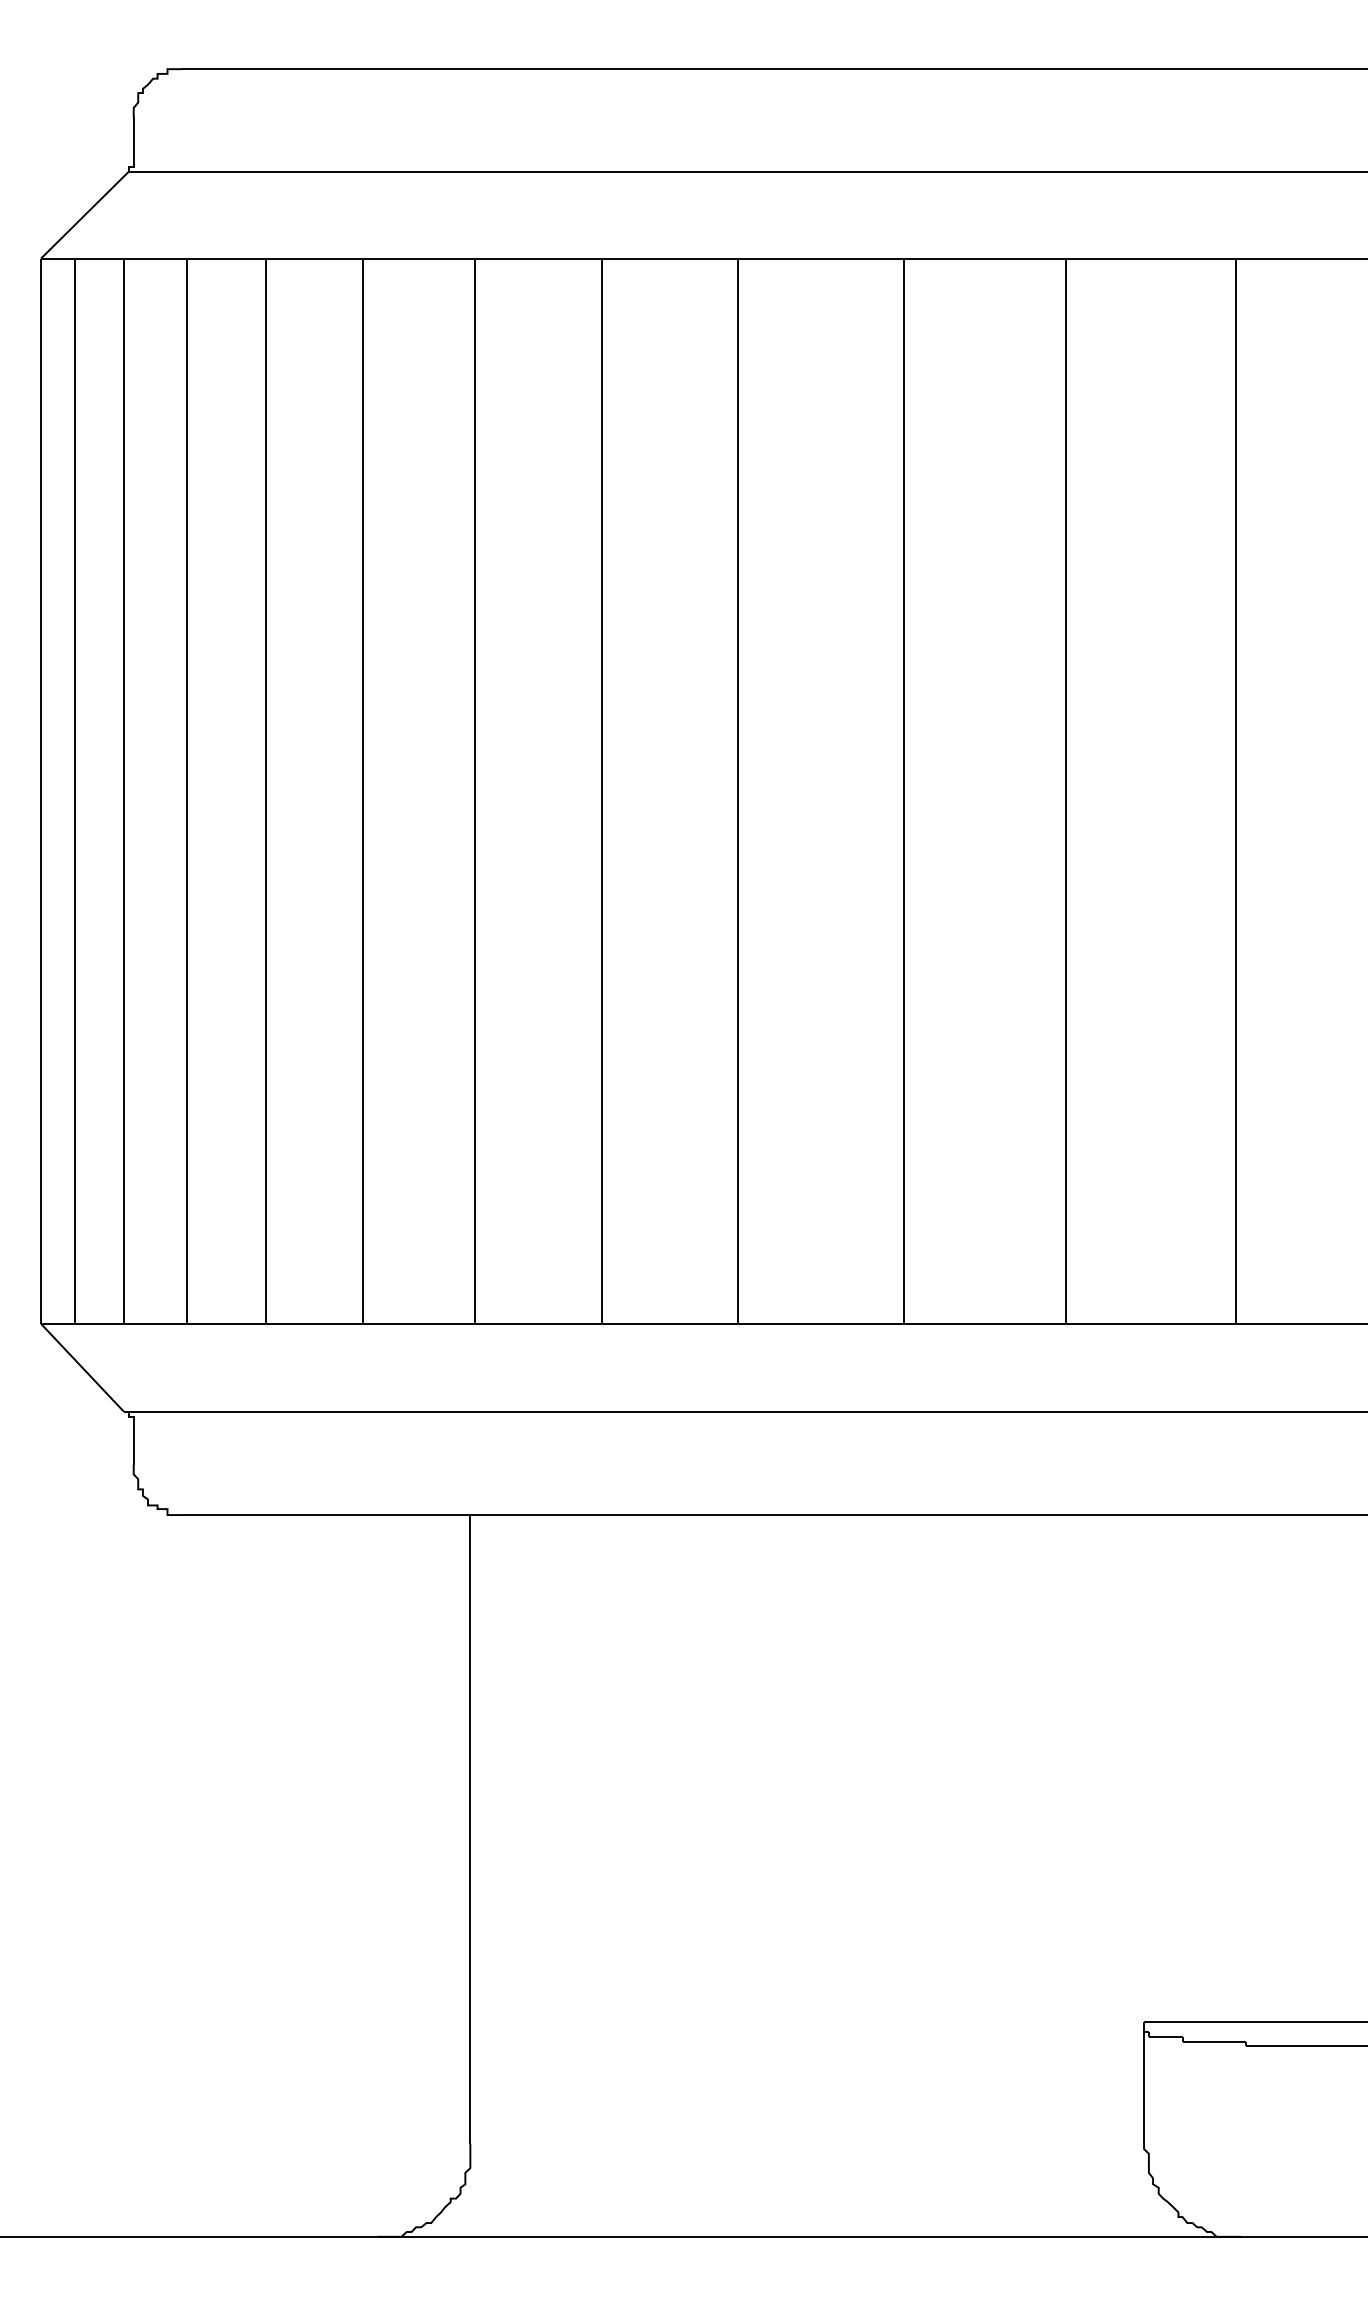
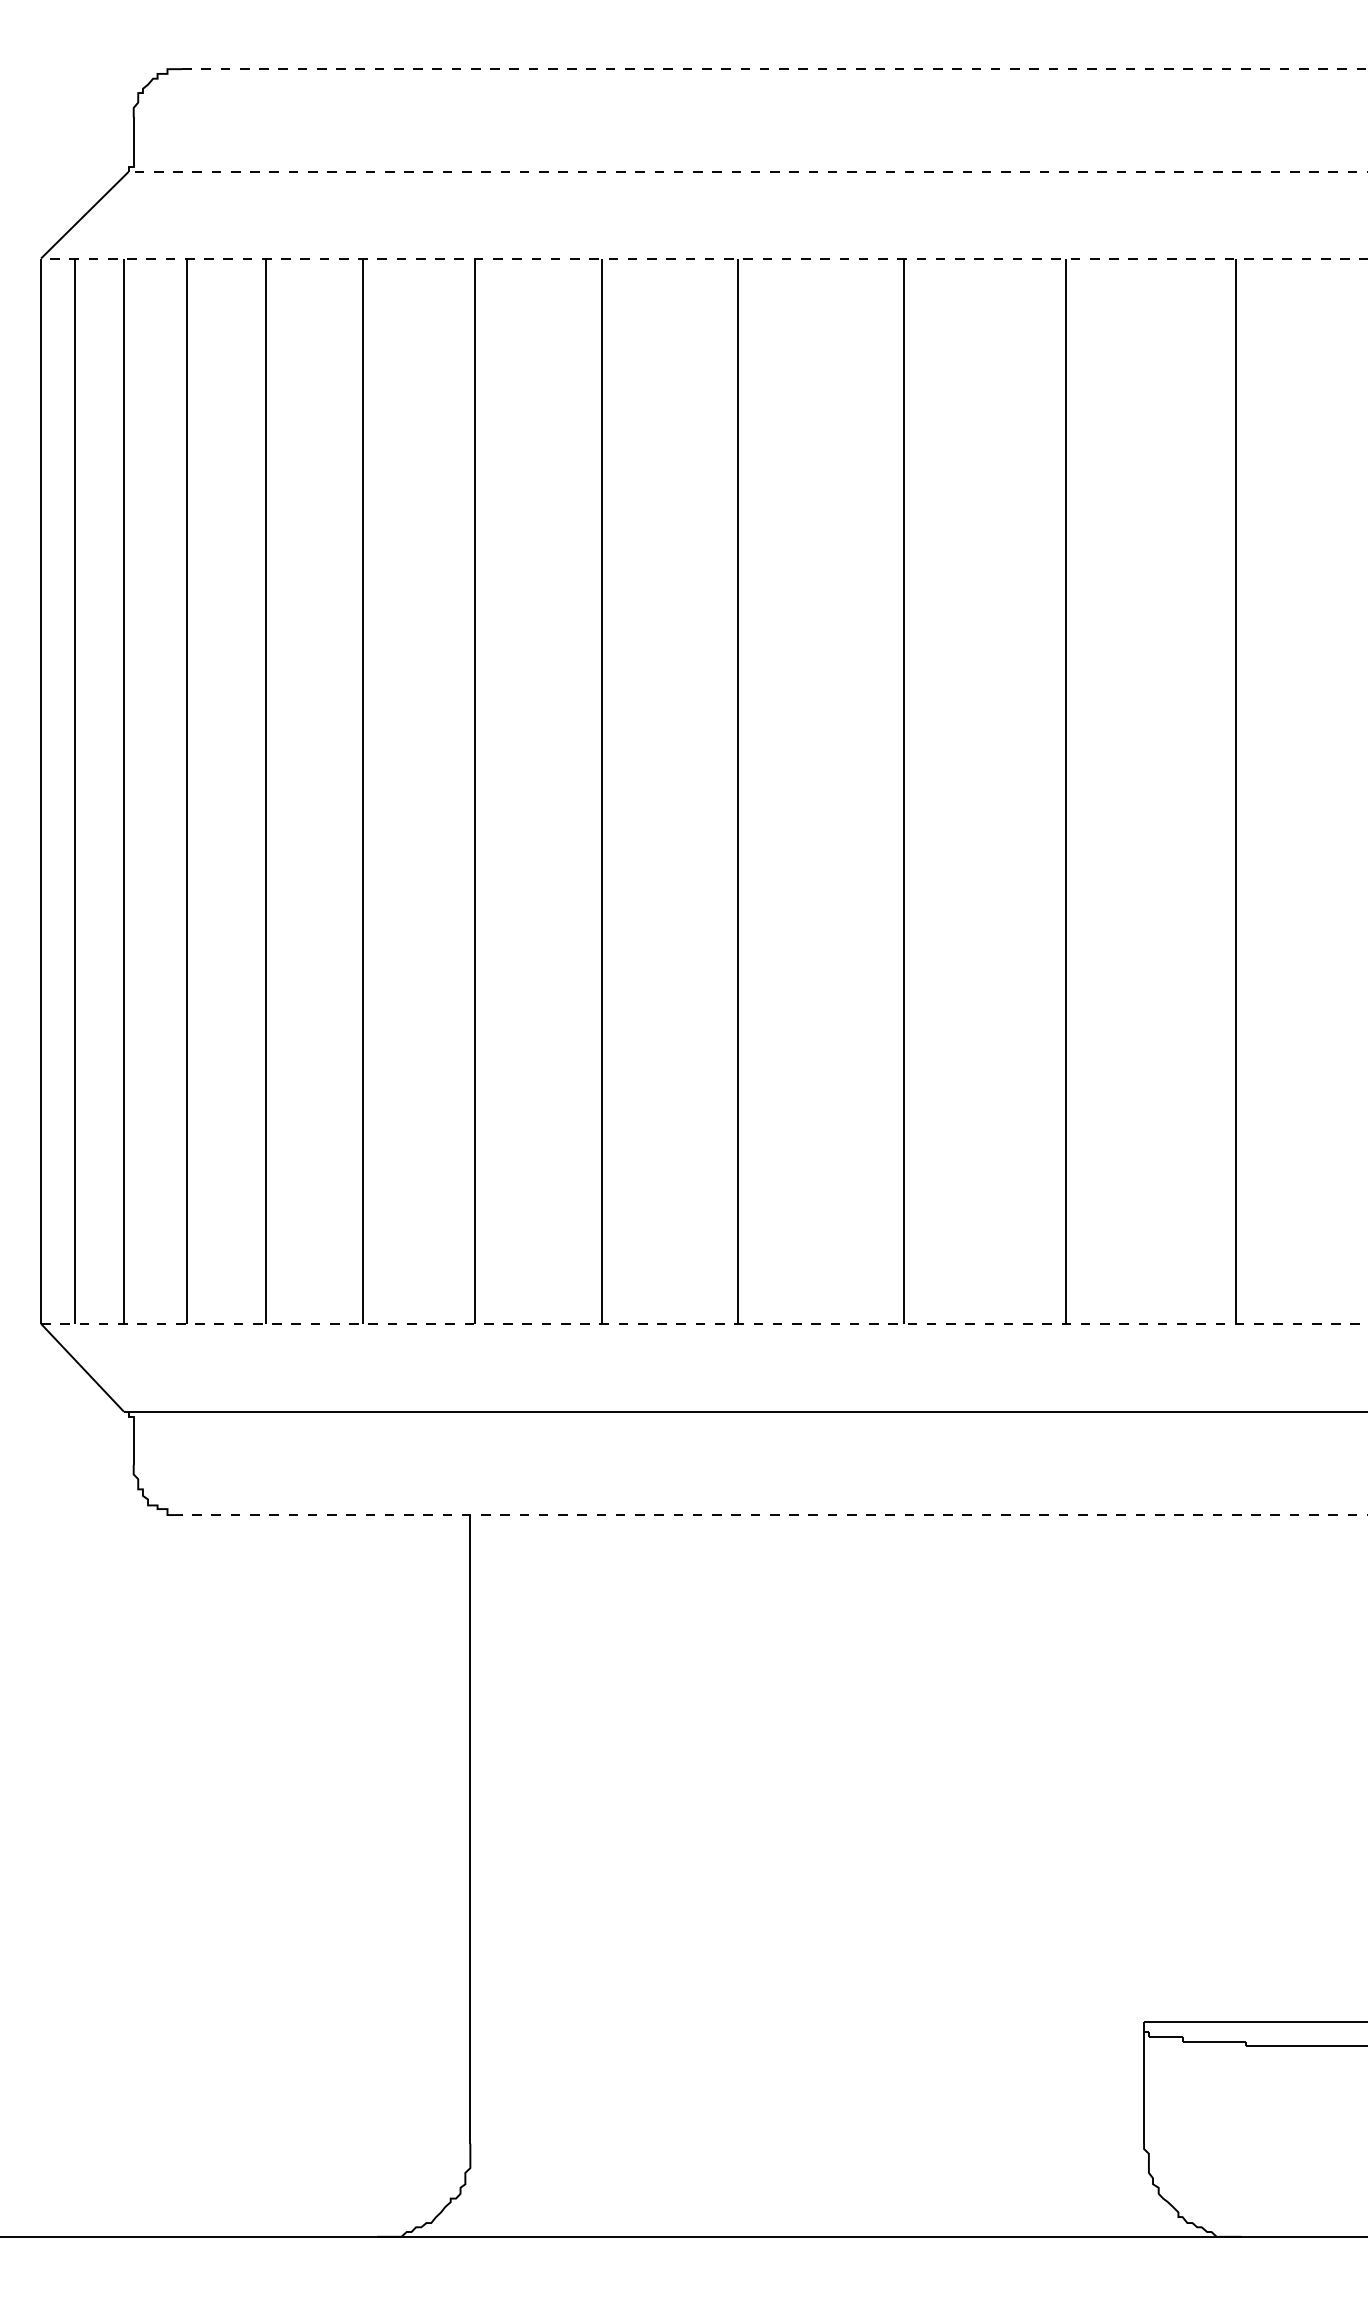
line at (775, 69): solid -> dashed
line at (747, 171): solid -> dashed
line at (703, 258): solid -> dashed
line at (704, 1323): solid -> dashed
line at (775, 1515): solid -> dashed
